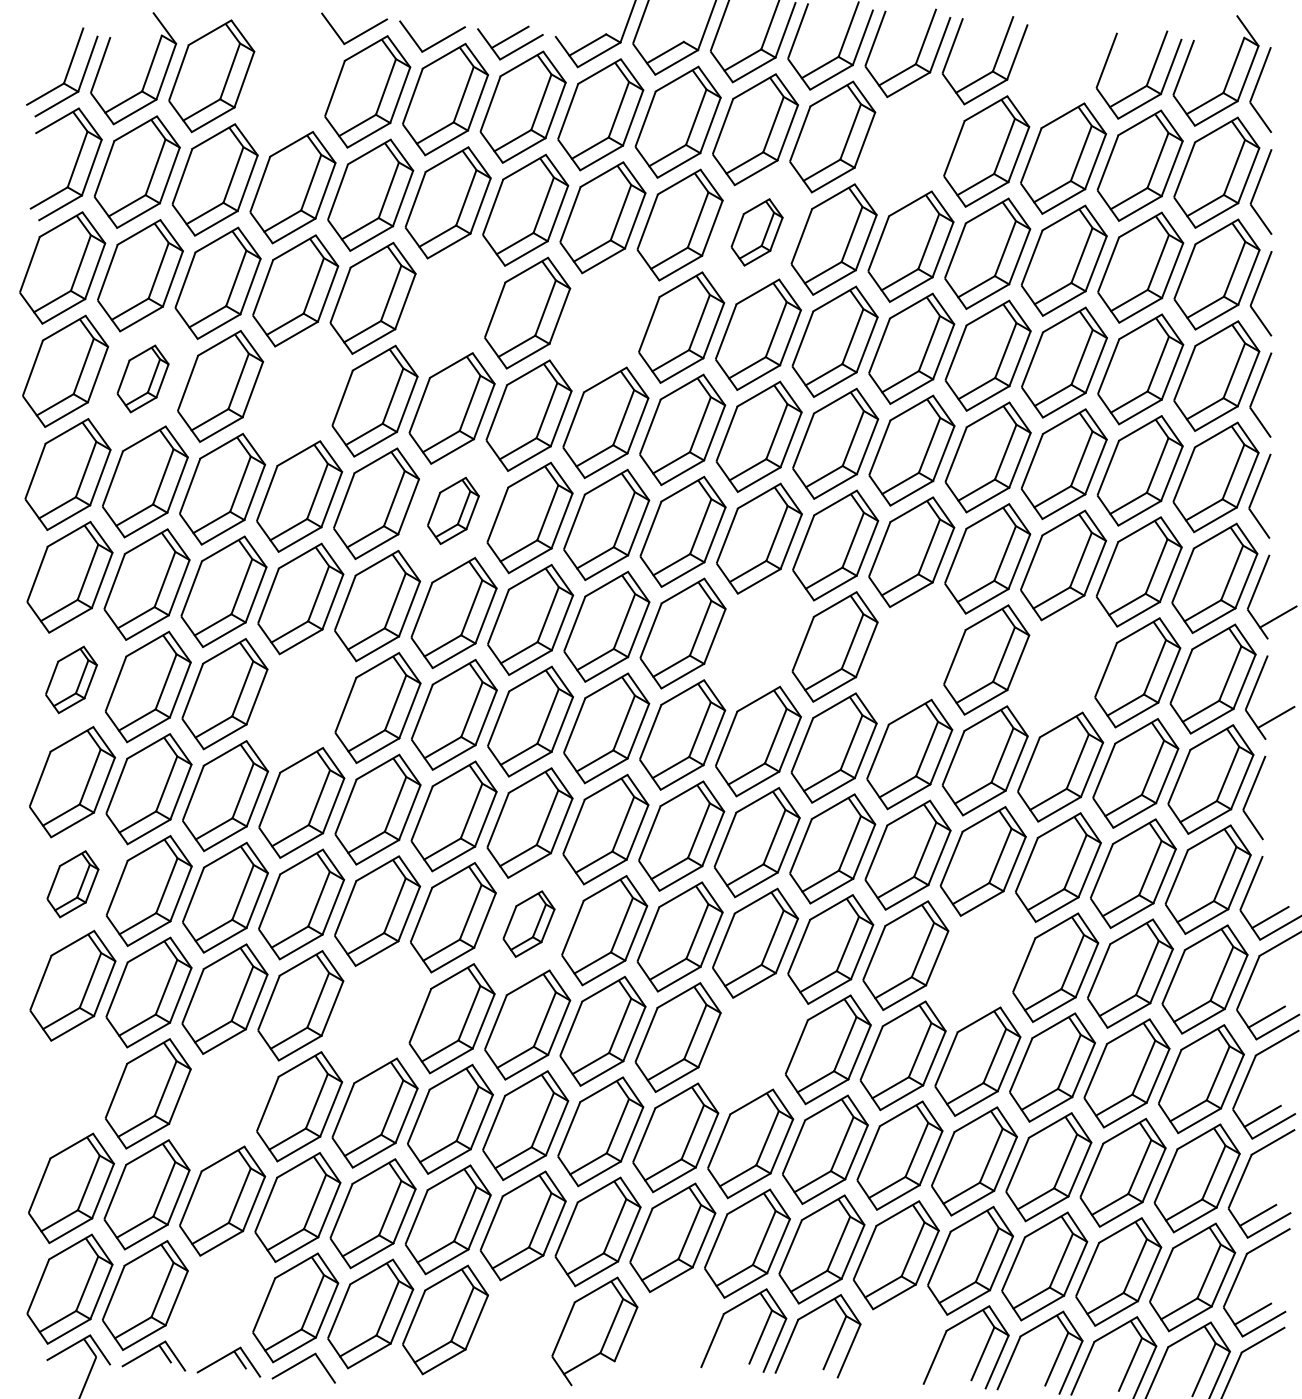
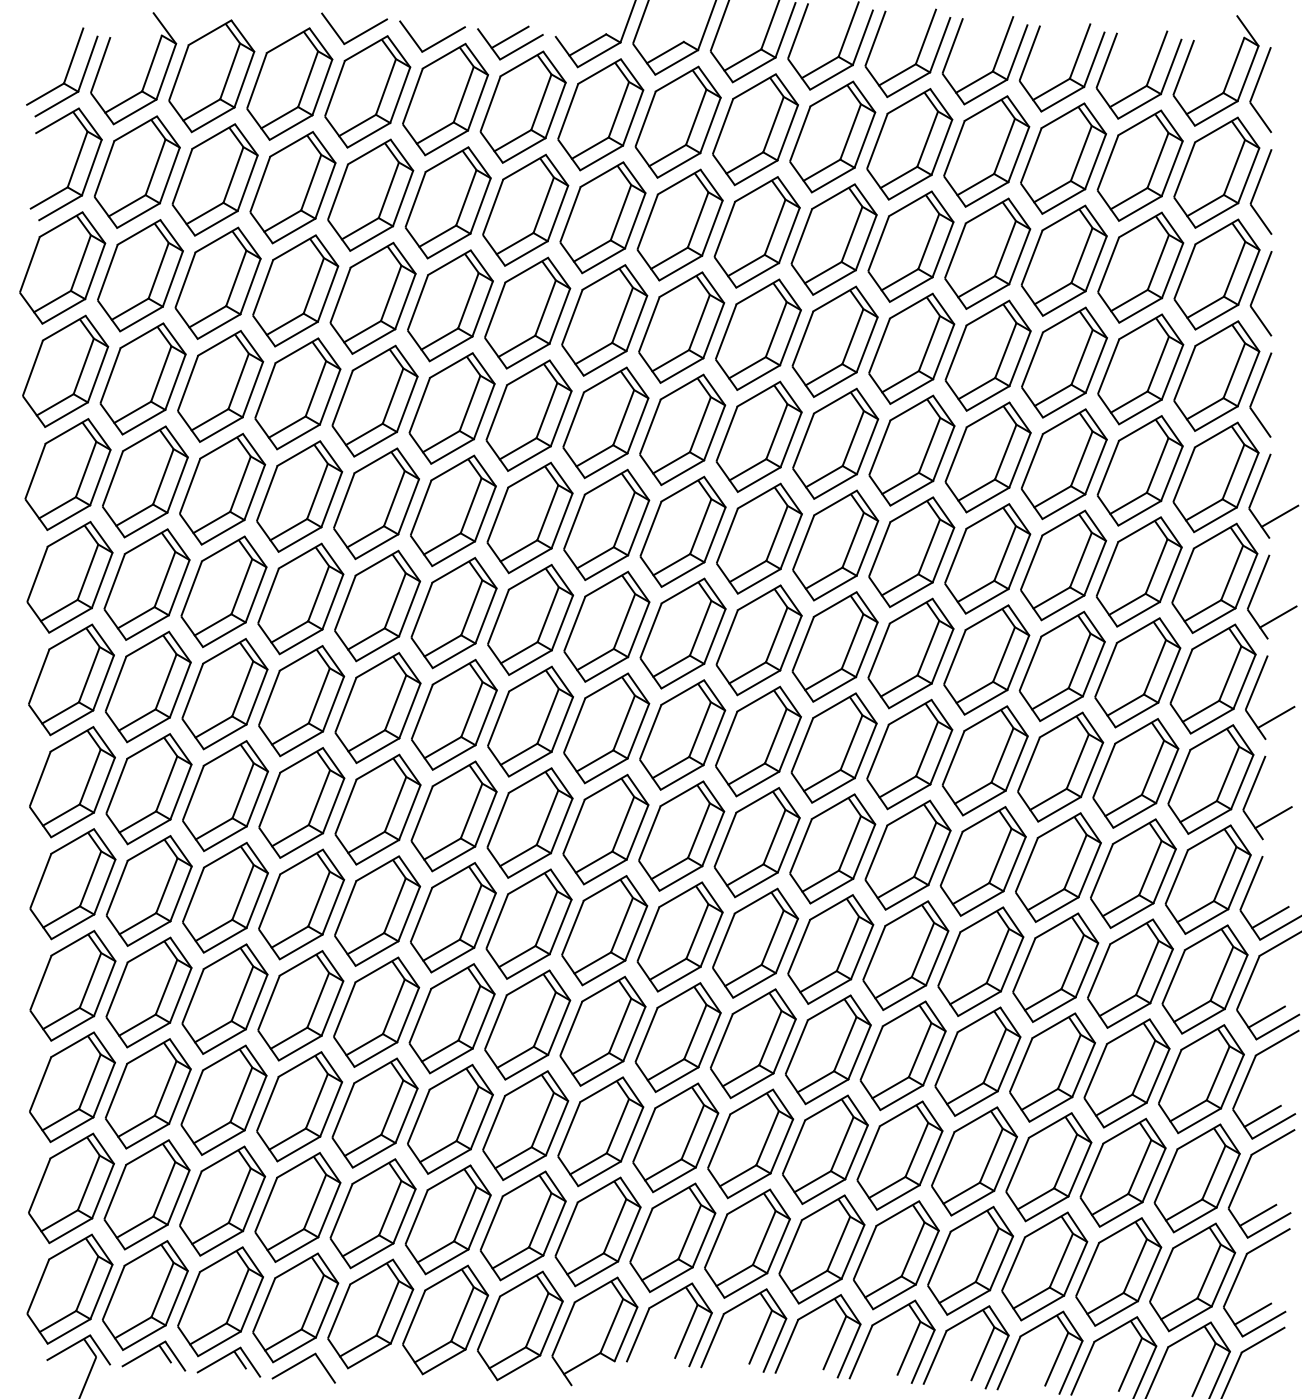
part at (1071, 71): none -> present
part at (289, 83): none -> present
part at (909, 144): none -> present
part at (756, 232) size: 54x69 px -> 88x113 px
part at (450, 305): none -> present
part at (604, 320): none -> present
part at (142, 378) size: 54x70 px -> 88x114 px
part at (297, 393): none -> present
part at (453, 510) size: 53x70 px -> 87x114 px
line at (1279, 515): none -> present
part at (758, 640): none -> present
part at (910, 653): none -> present
part at (1061, 665): none -> present
part at (71, 679) size: 53x70 px -> 87x114 px
part at (301, 701): none -> present
line at (1273, 817): none -> present
part at (72, 884) size: 54x69 px -> 88x113 px
part at (528, 923) size: 54x68 px -> 88x112 px
part at (980, 961): none -> present
part at (376, 1011): none -> present
part at (752, 1043): none -> present
part at (72, 1087): none -> present
part at (223, 1099): none -> present
part at (220, 1301): none -> present
part at (520, 1325): none -> present
part at (685, 1330): none -> present
part at (907, 1348): none -> present
